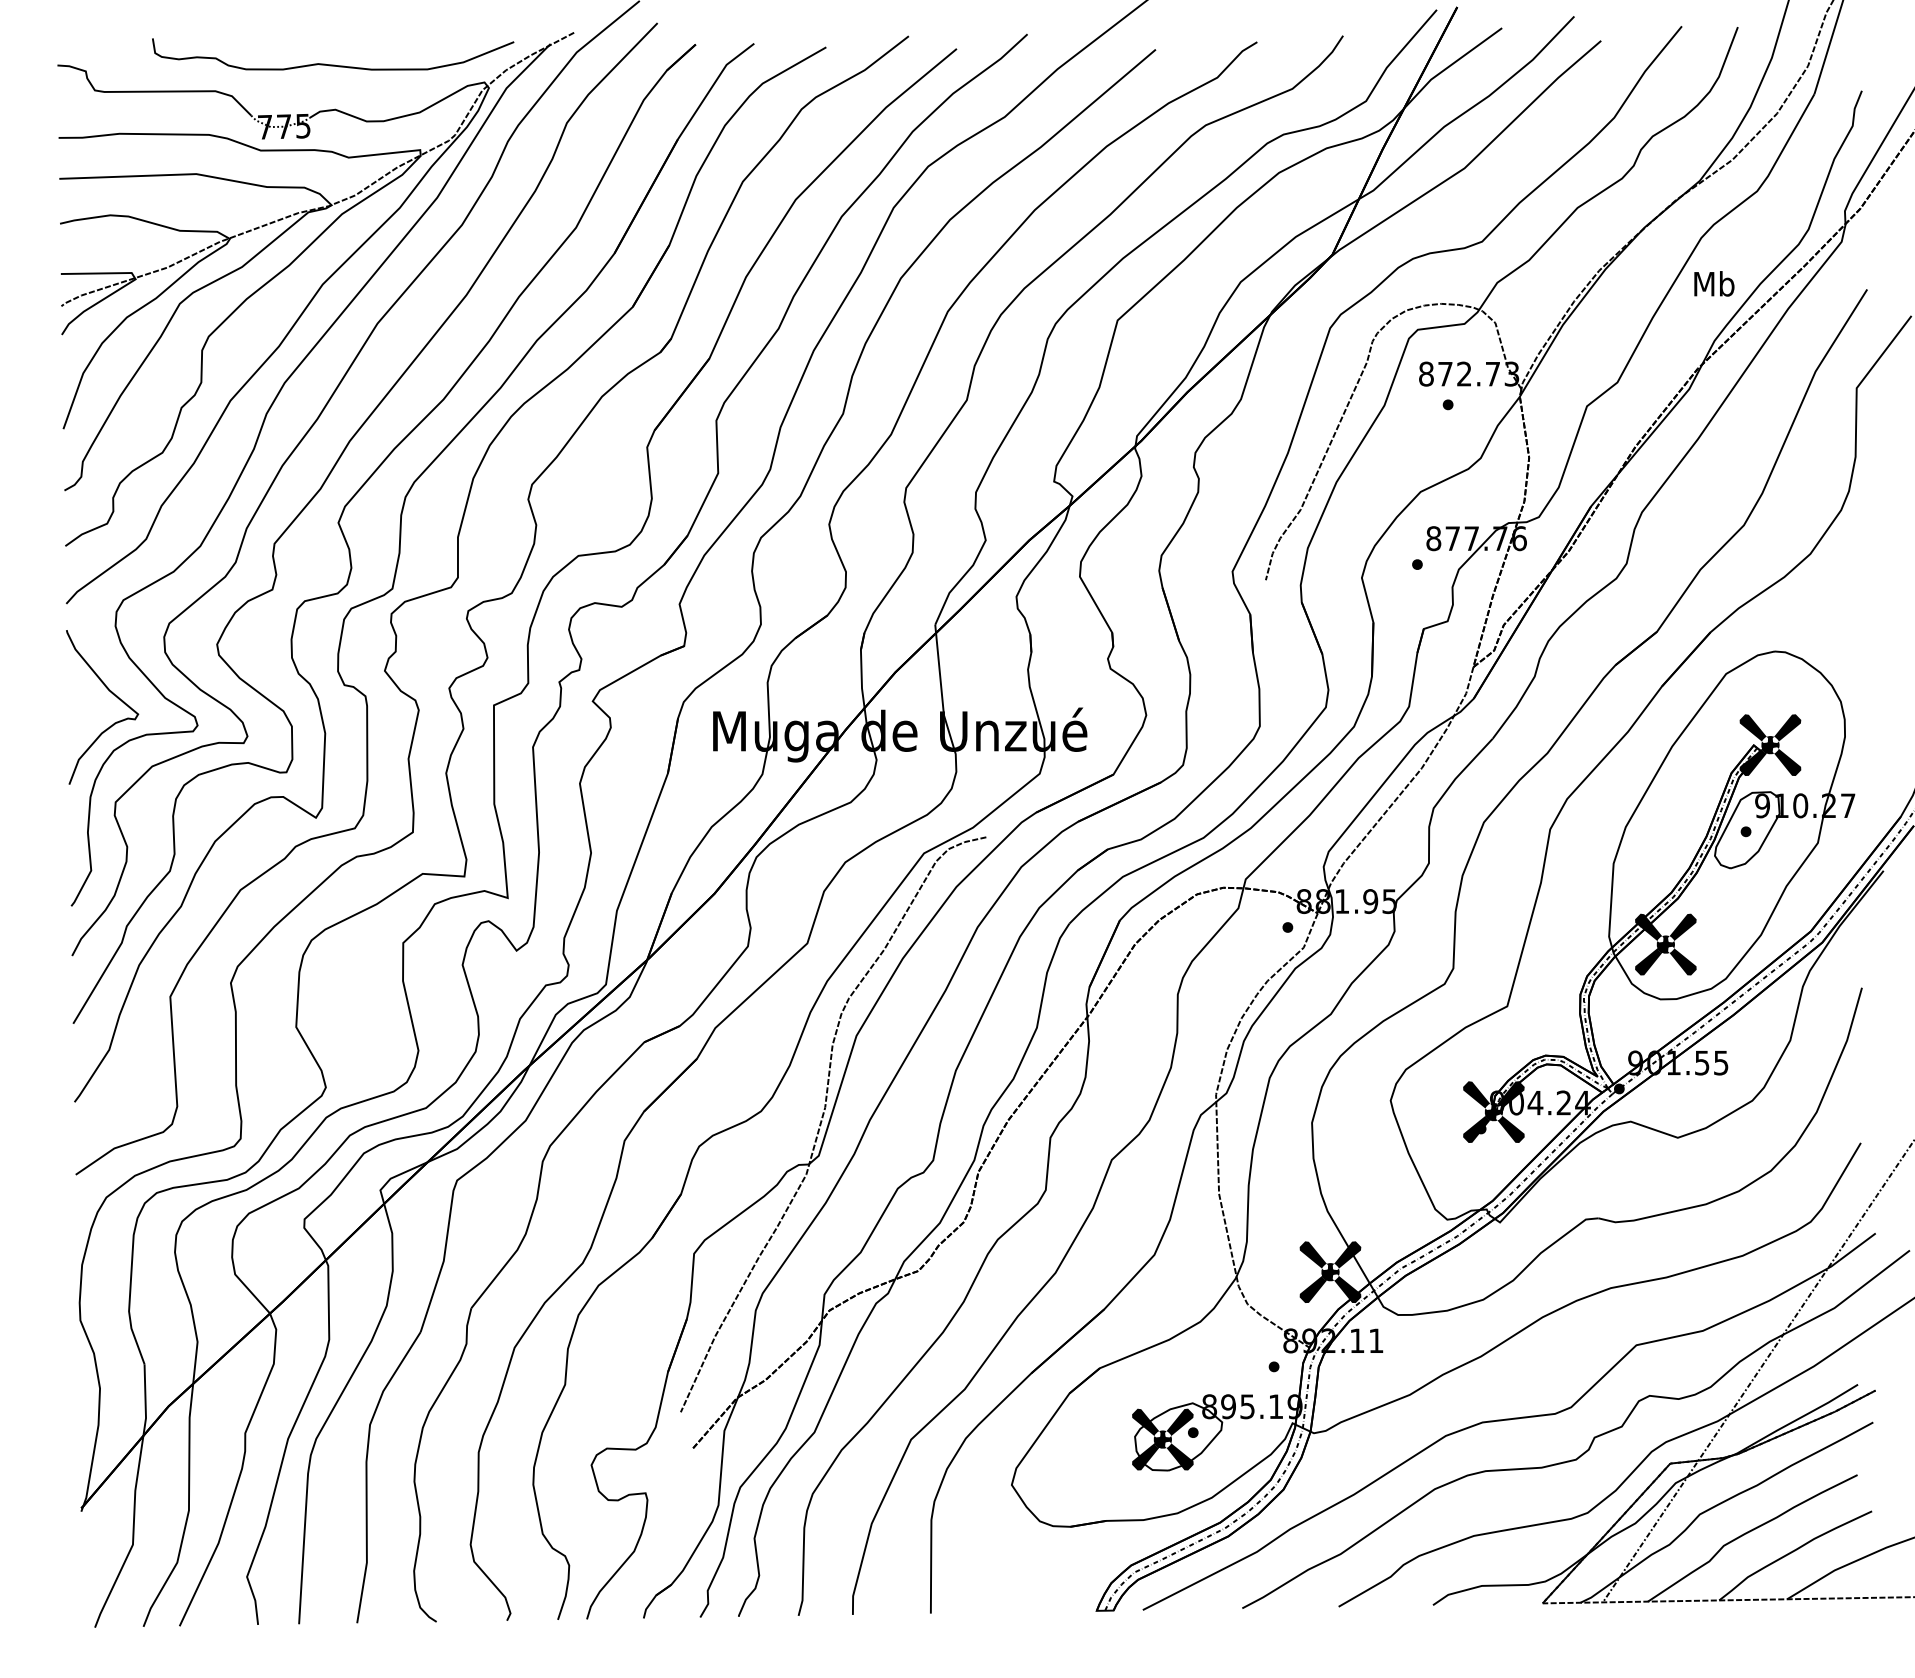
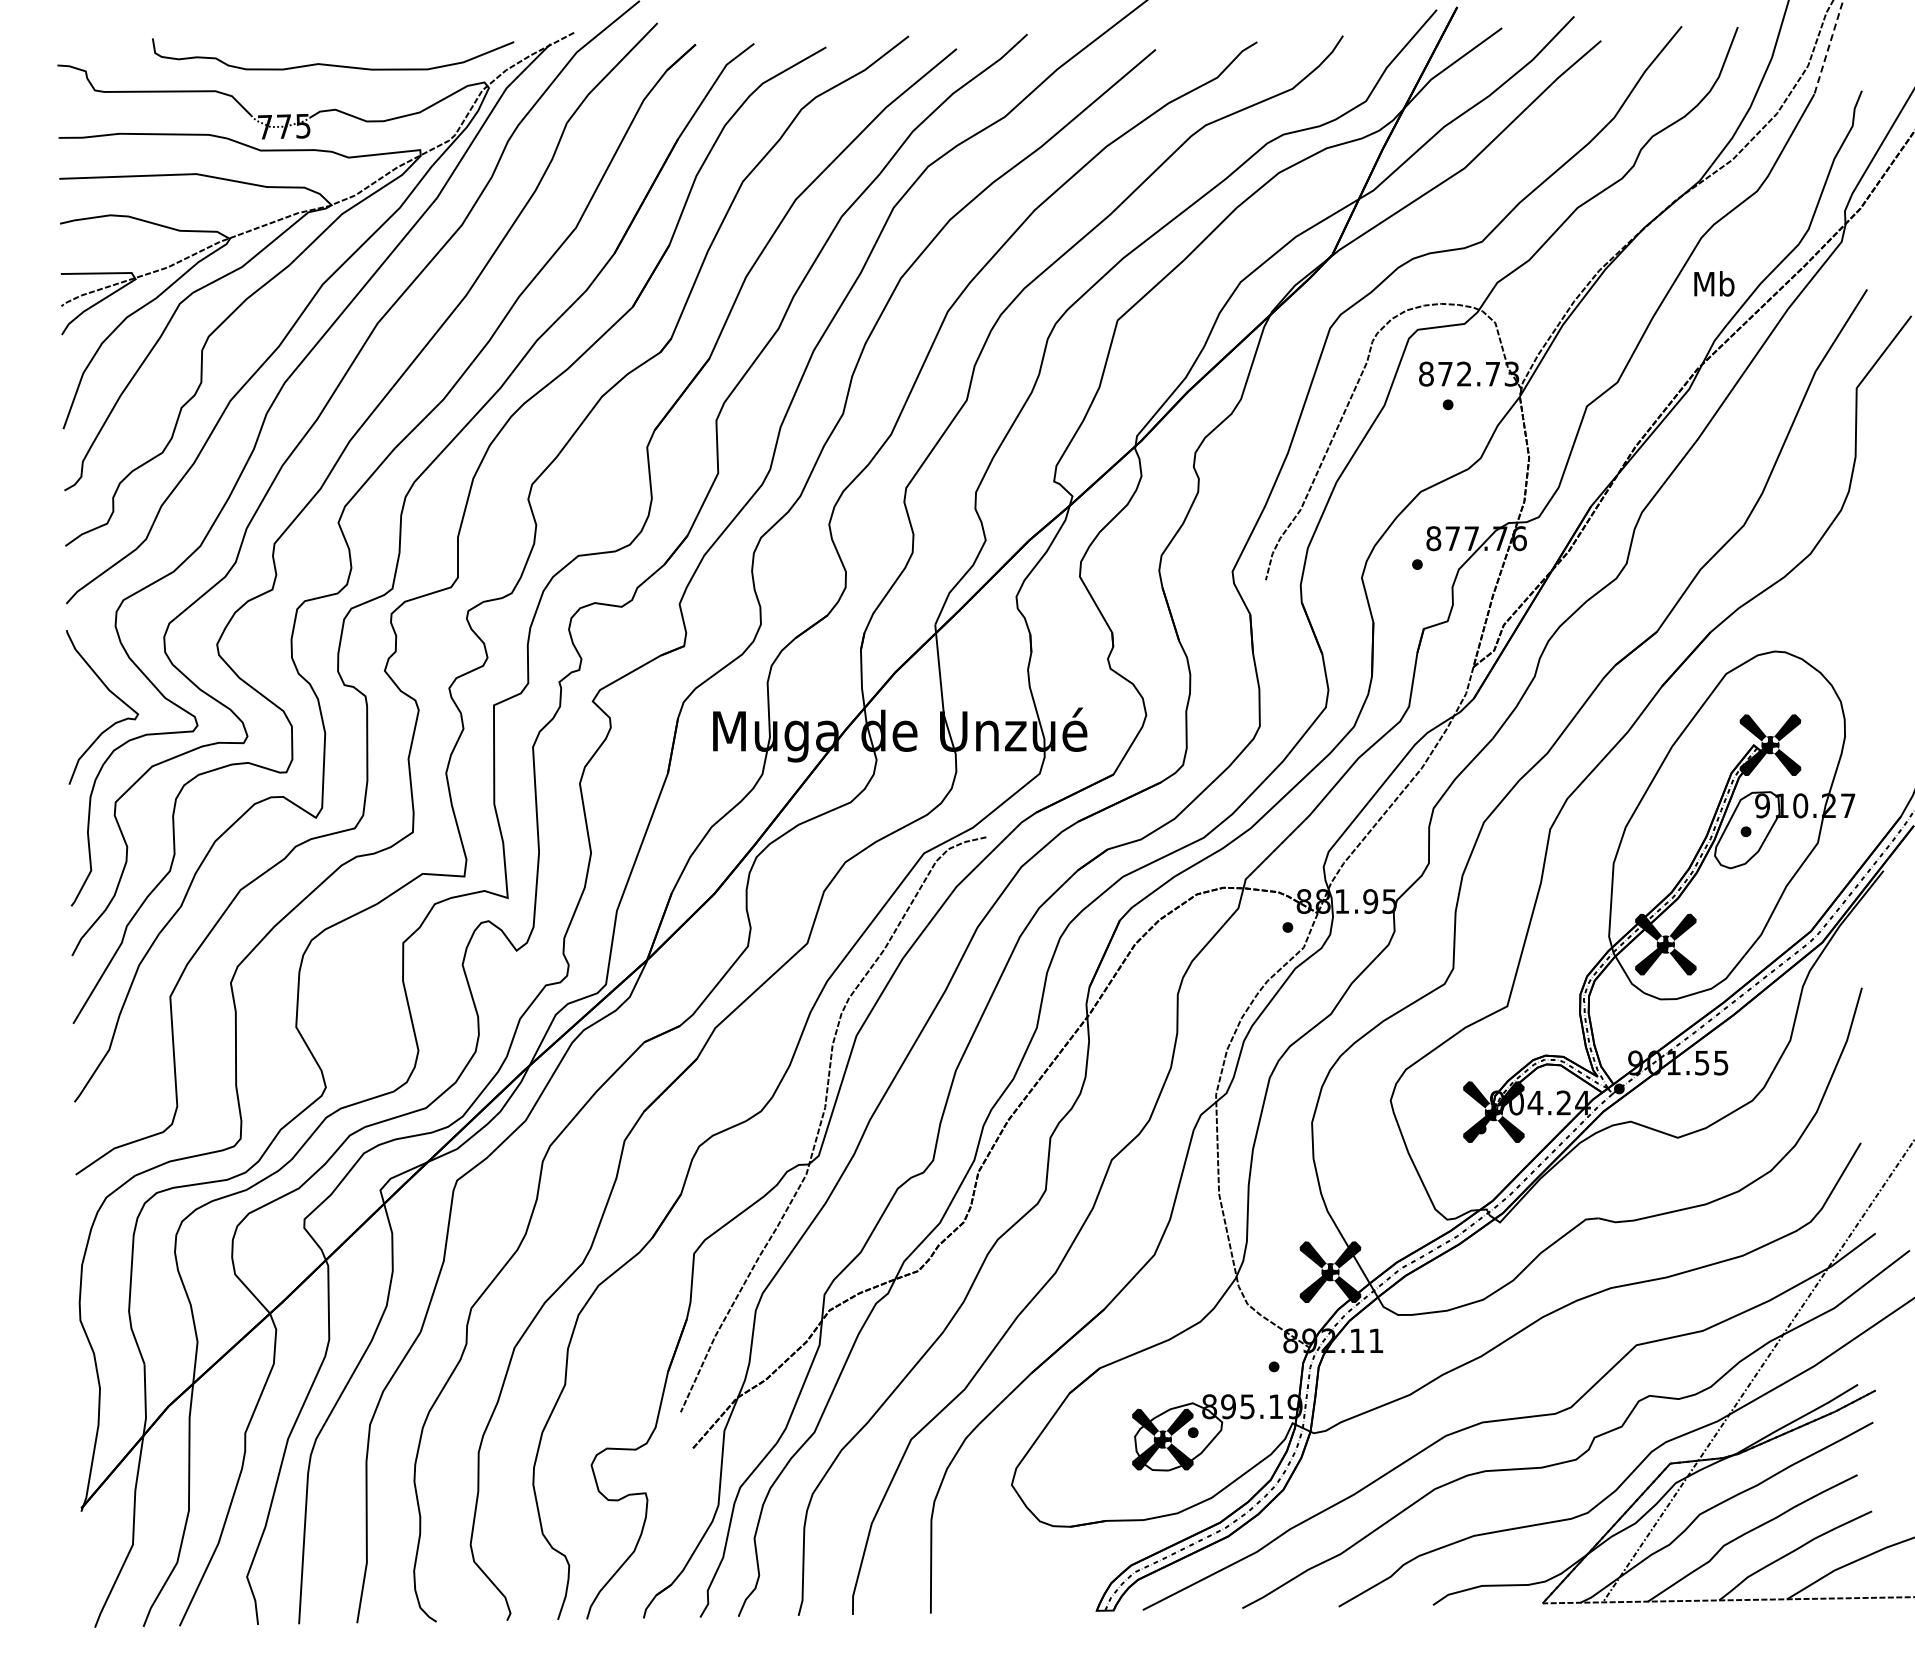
line at (1828, 47): solid -> dashed
